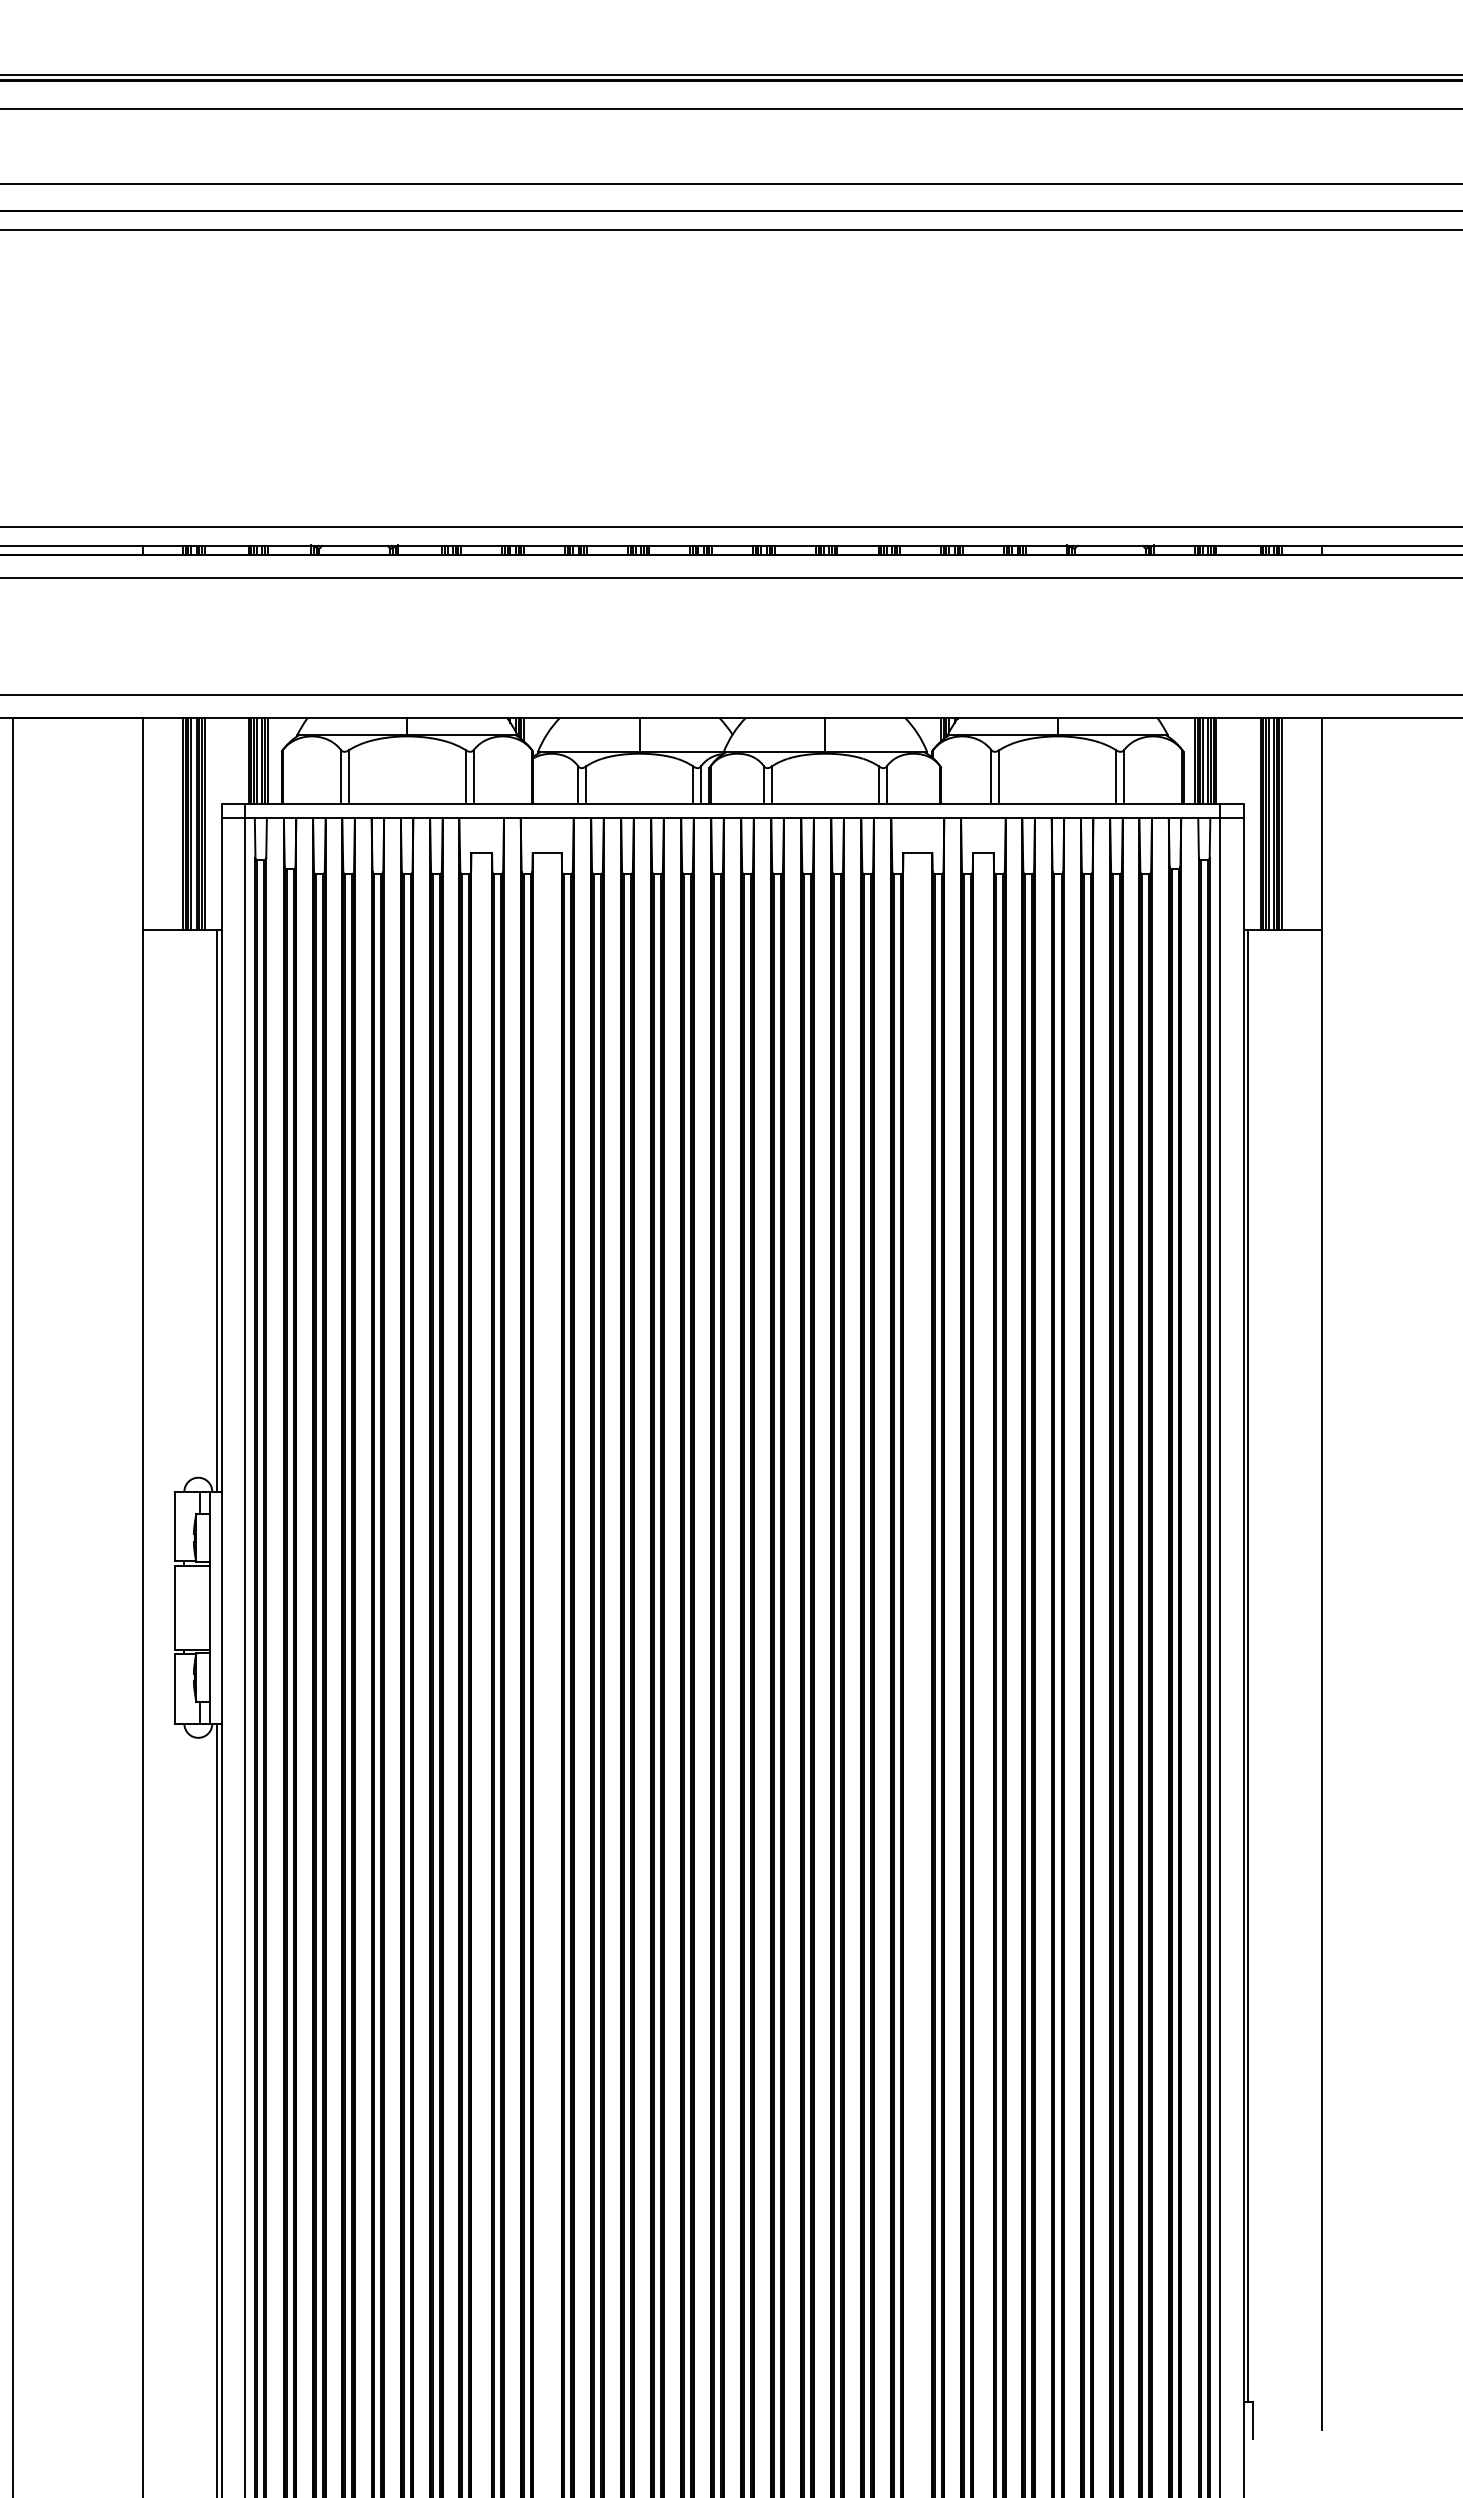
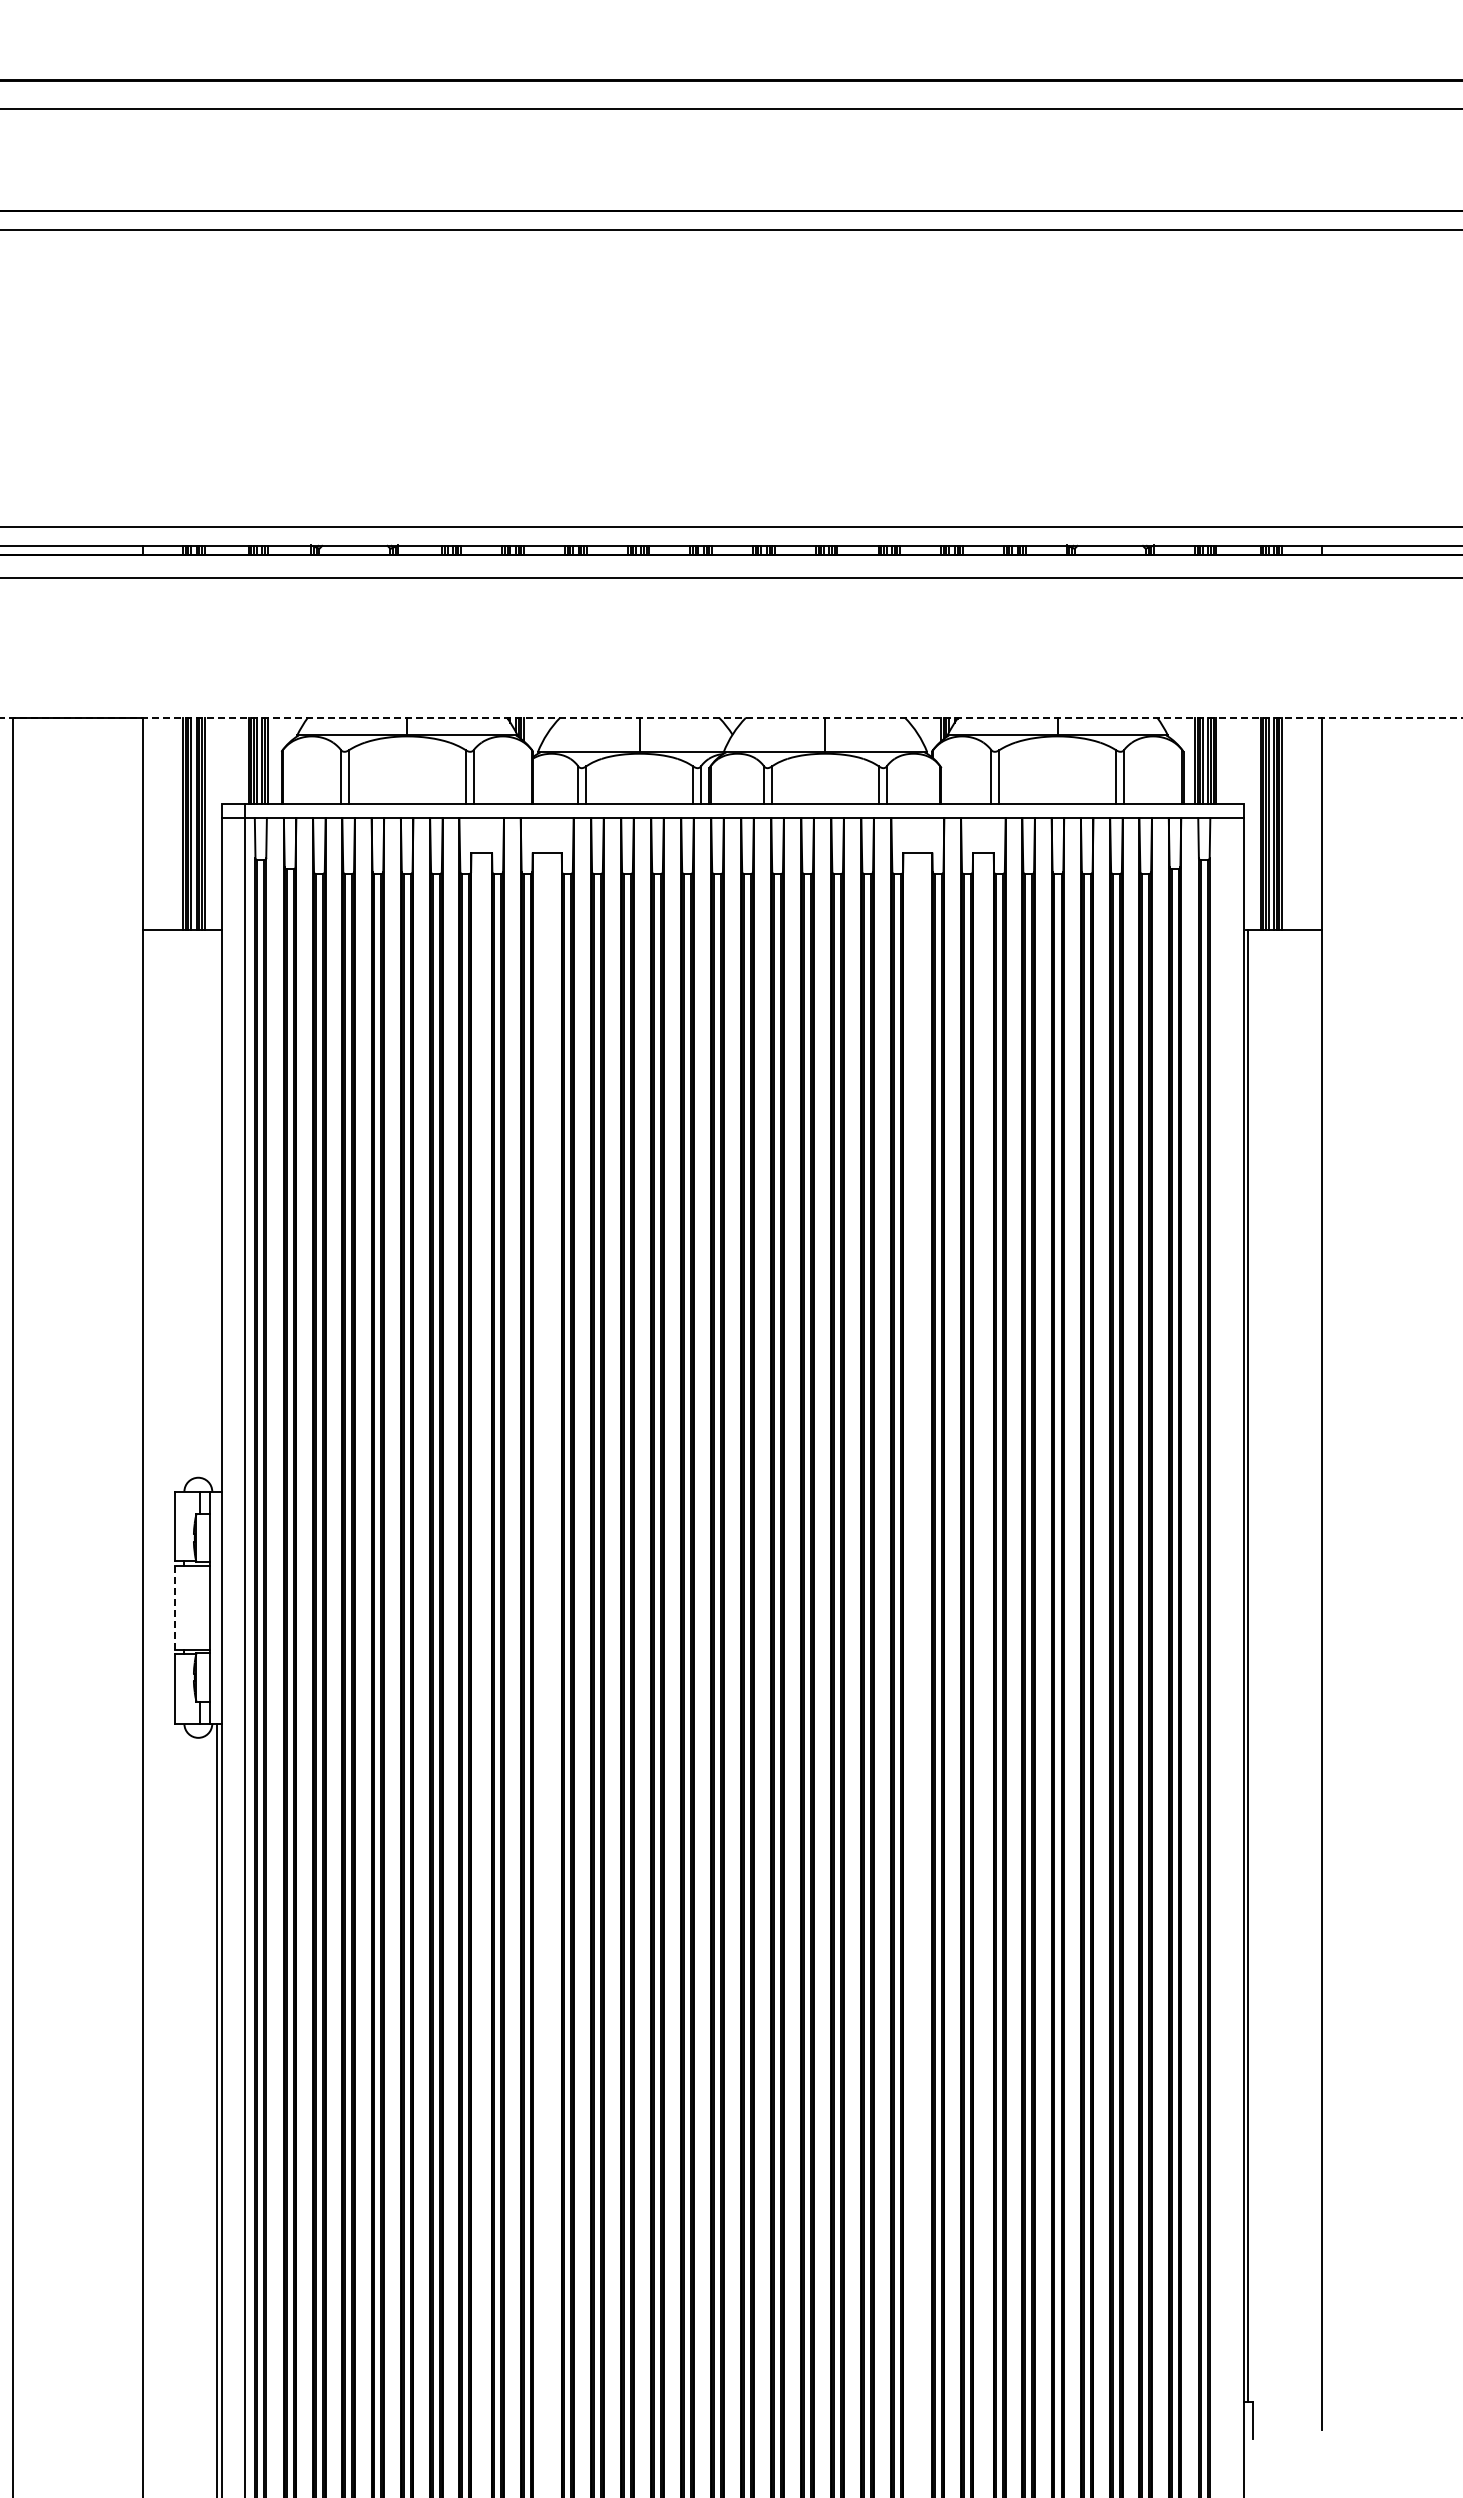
line at (730, 74): present -> none
line at (730, 183): present -> none
line at (730, 694): present -> none
line at (731, 717): solid -> dashed
line at (216, 1210): present -> none
line at (175, 1607): solid -> dashed
line at (1220, 1649): present -> none
